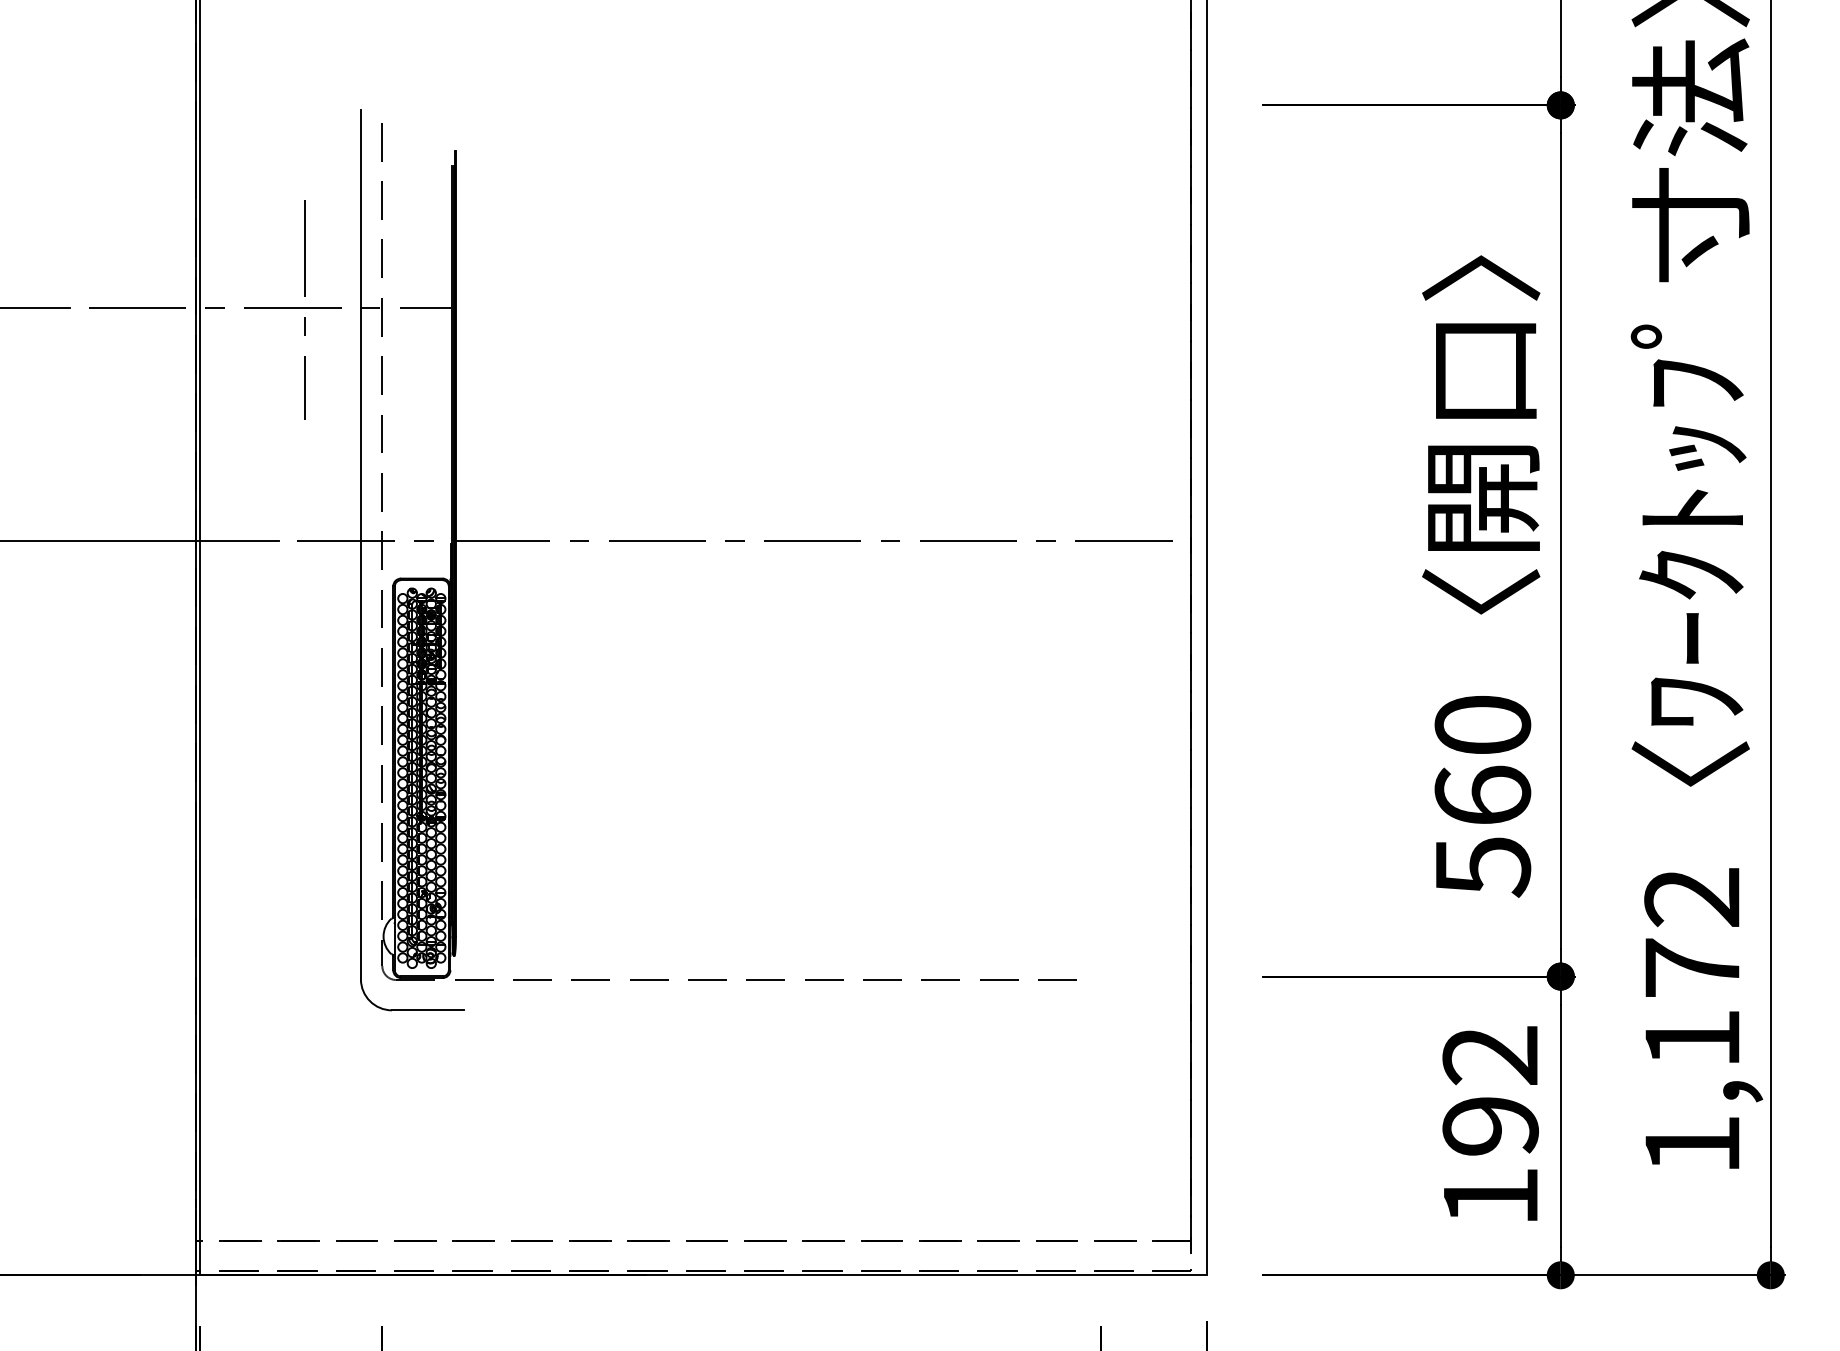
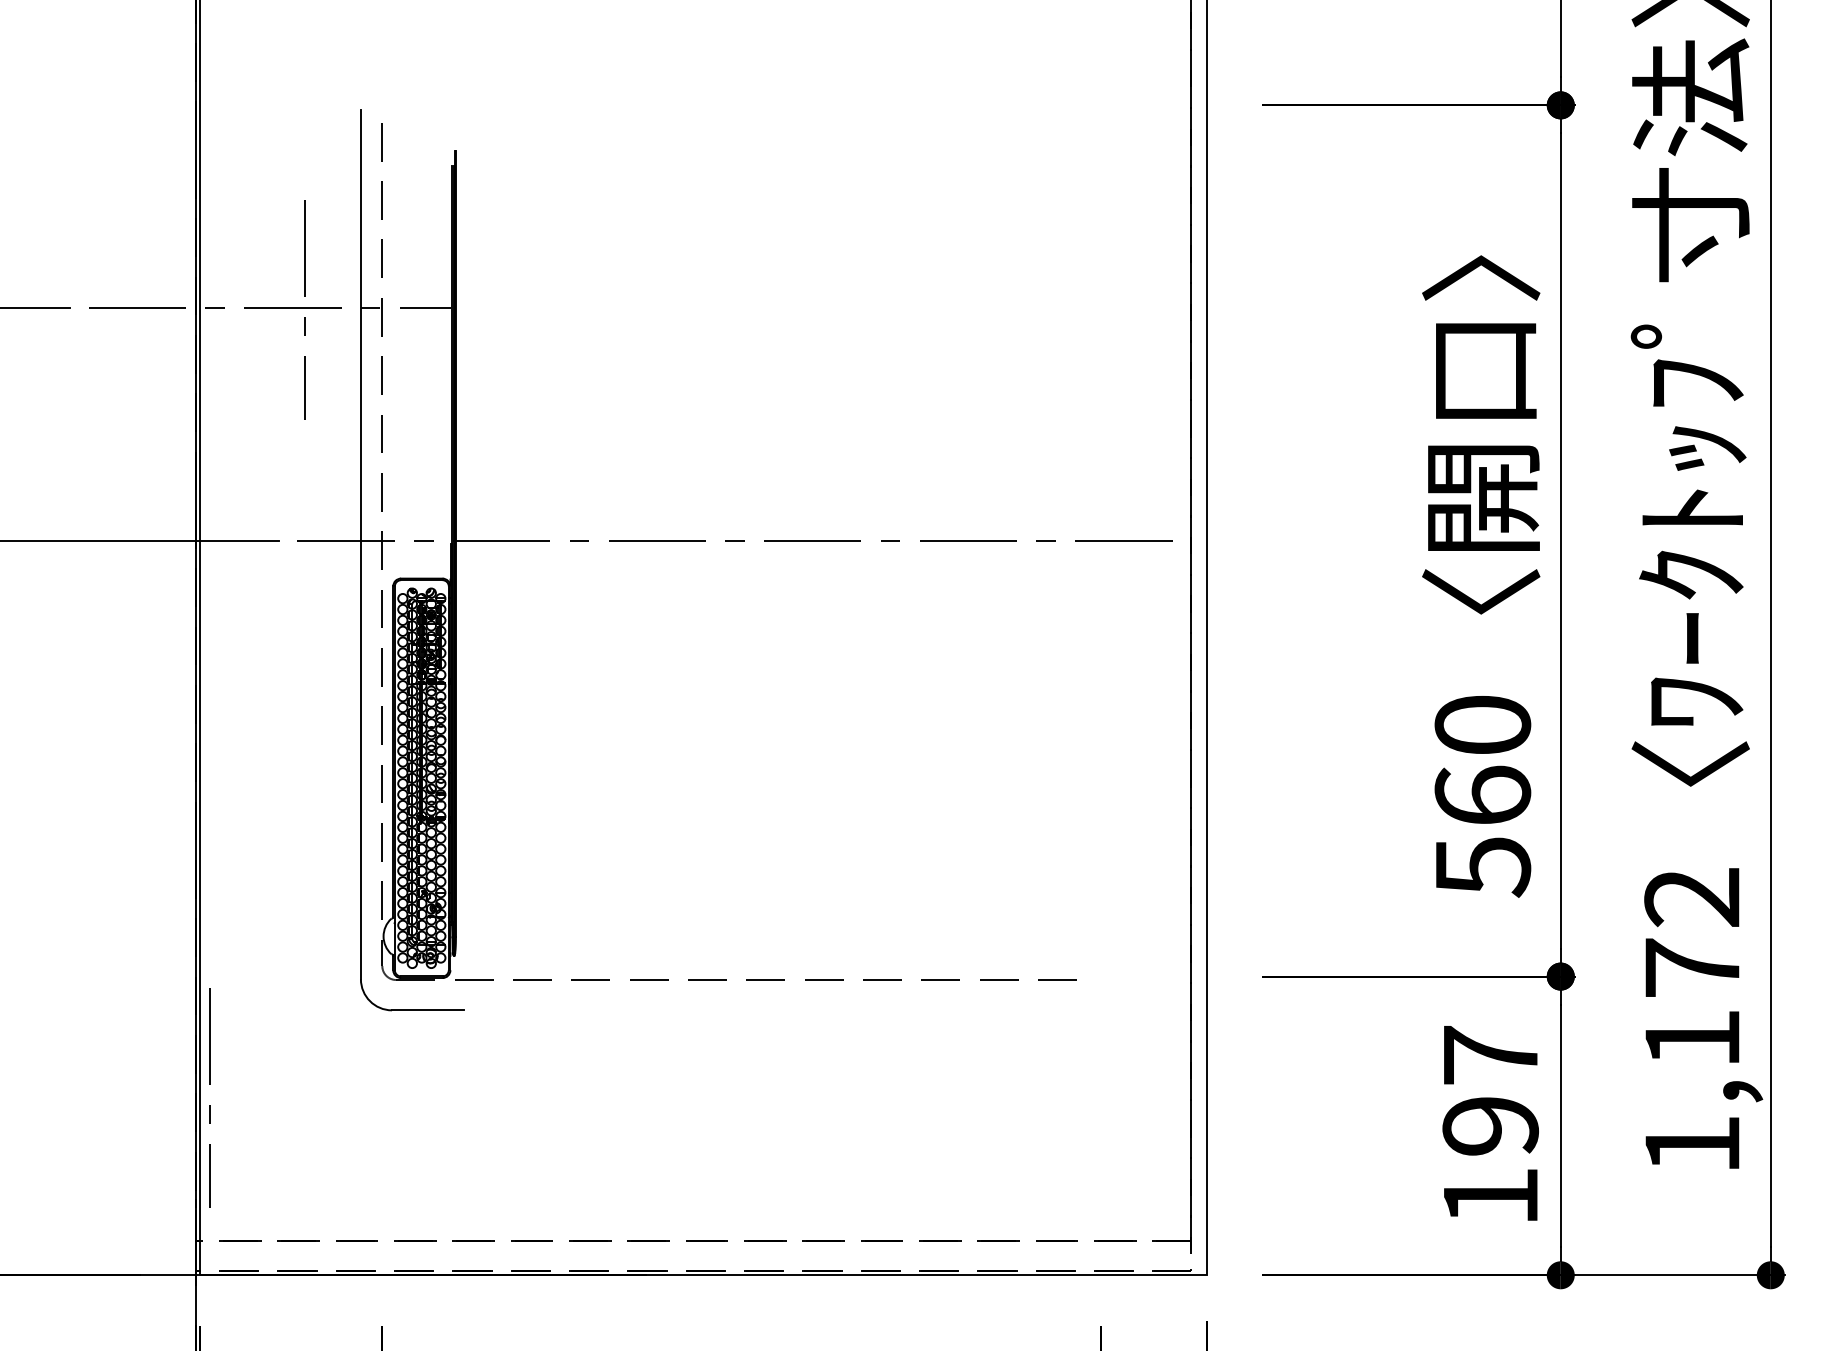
text at (1489, 1055): 192 -> 197
line at (209, 1105): none -> present
